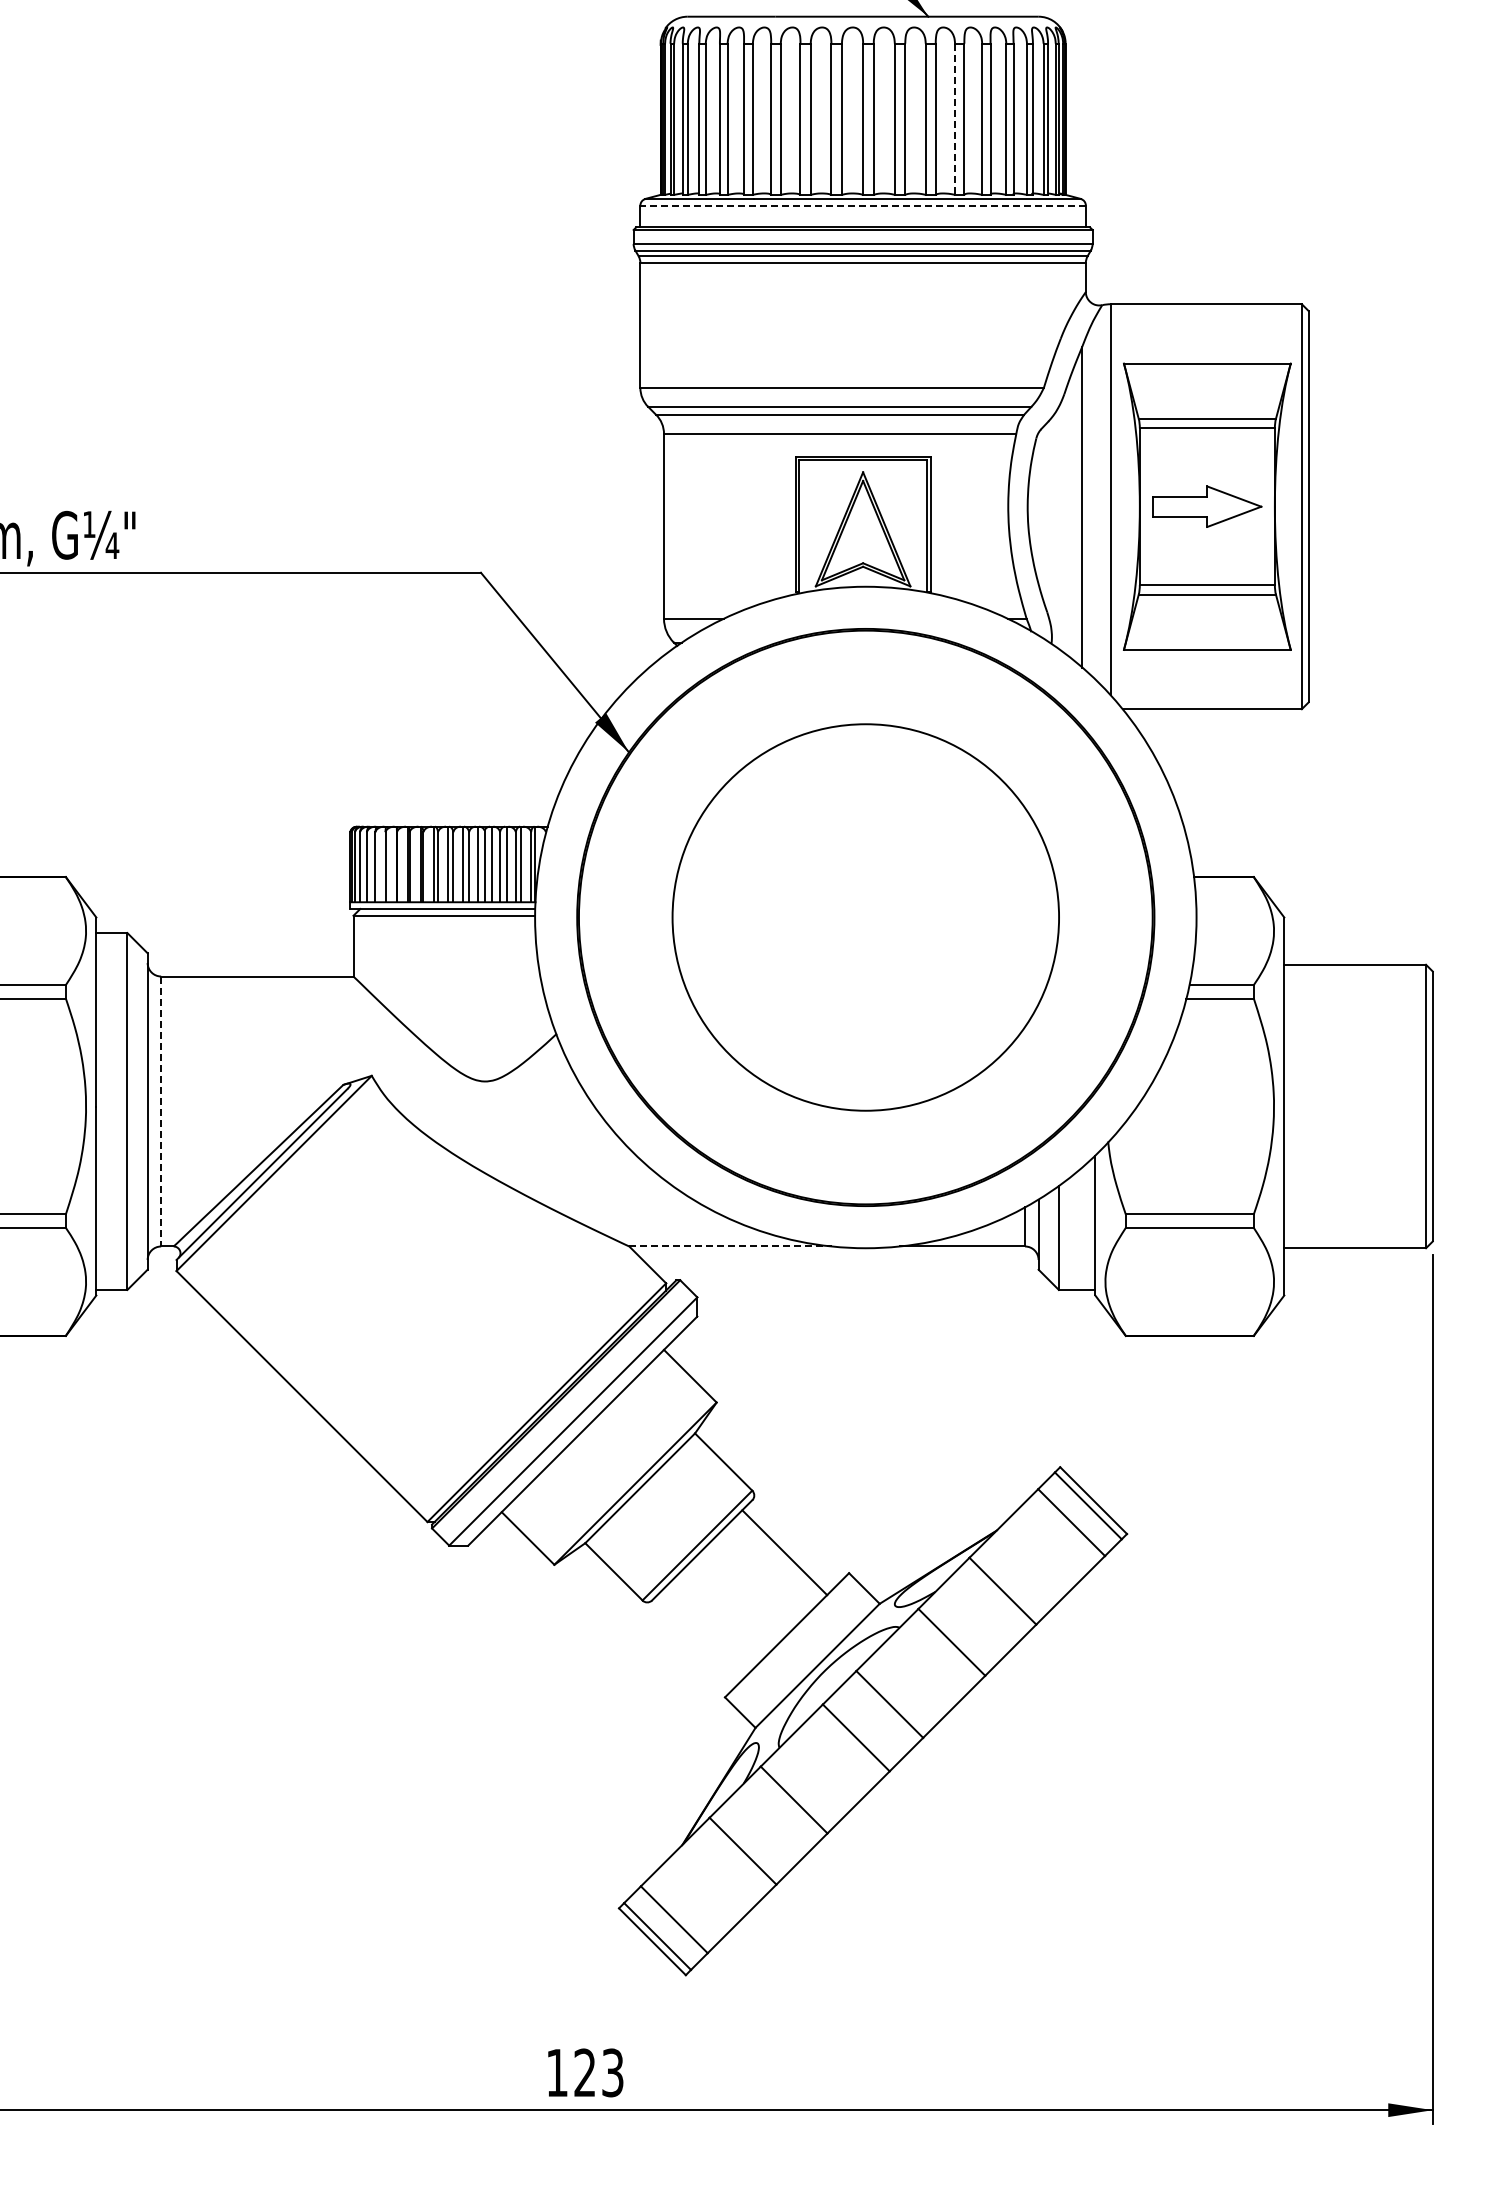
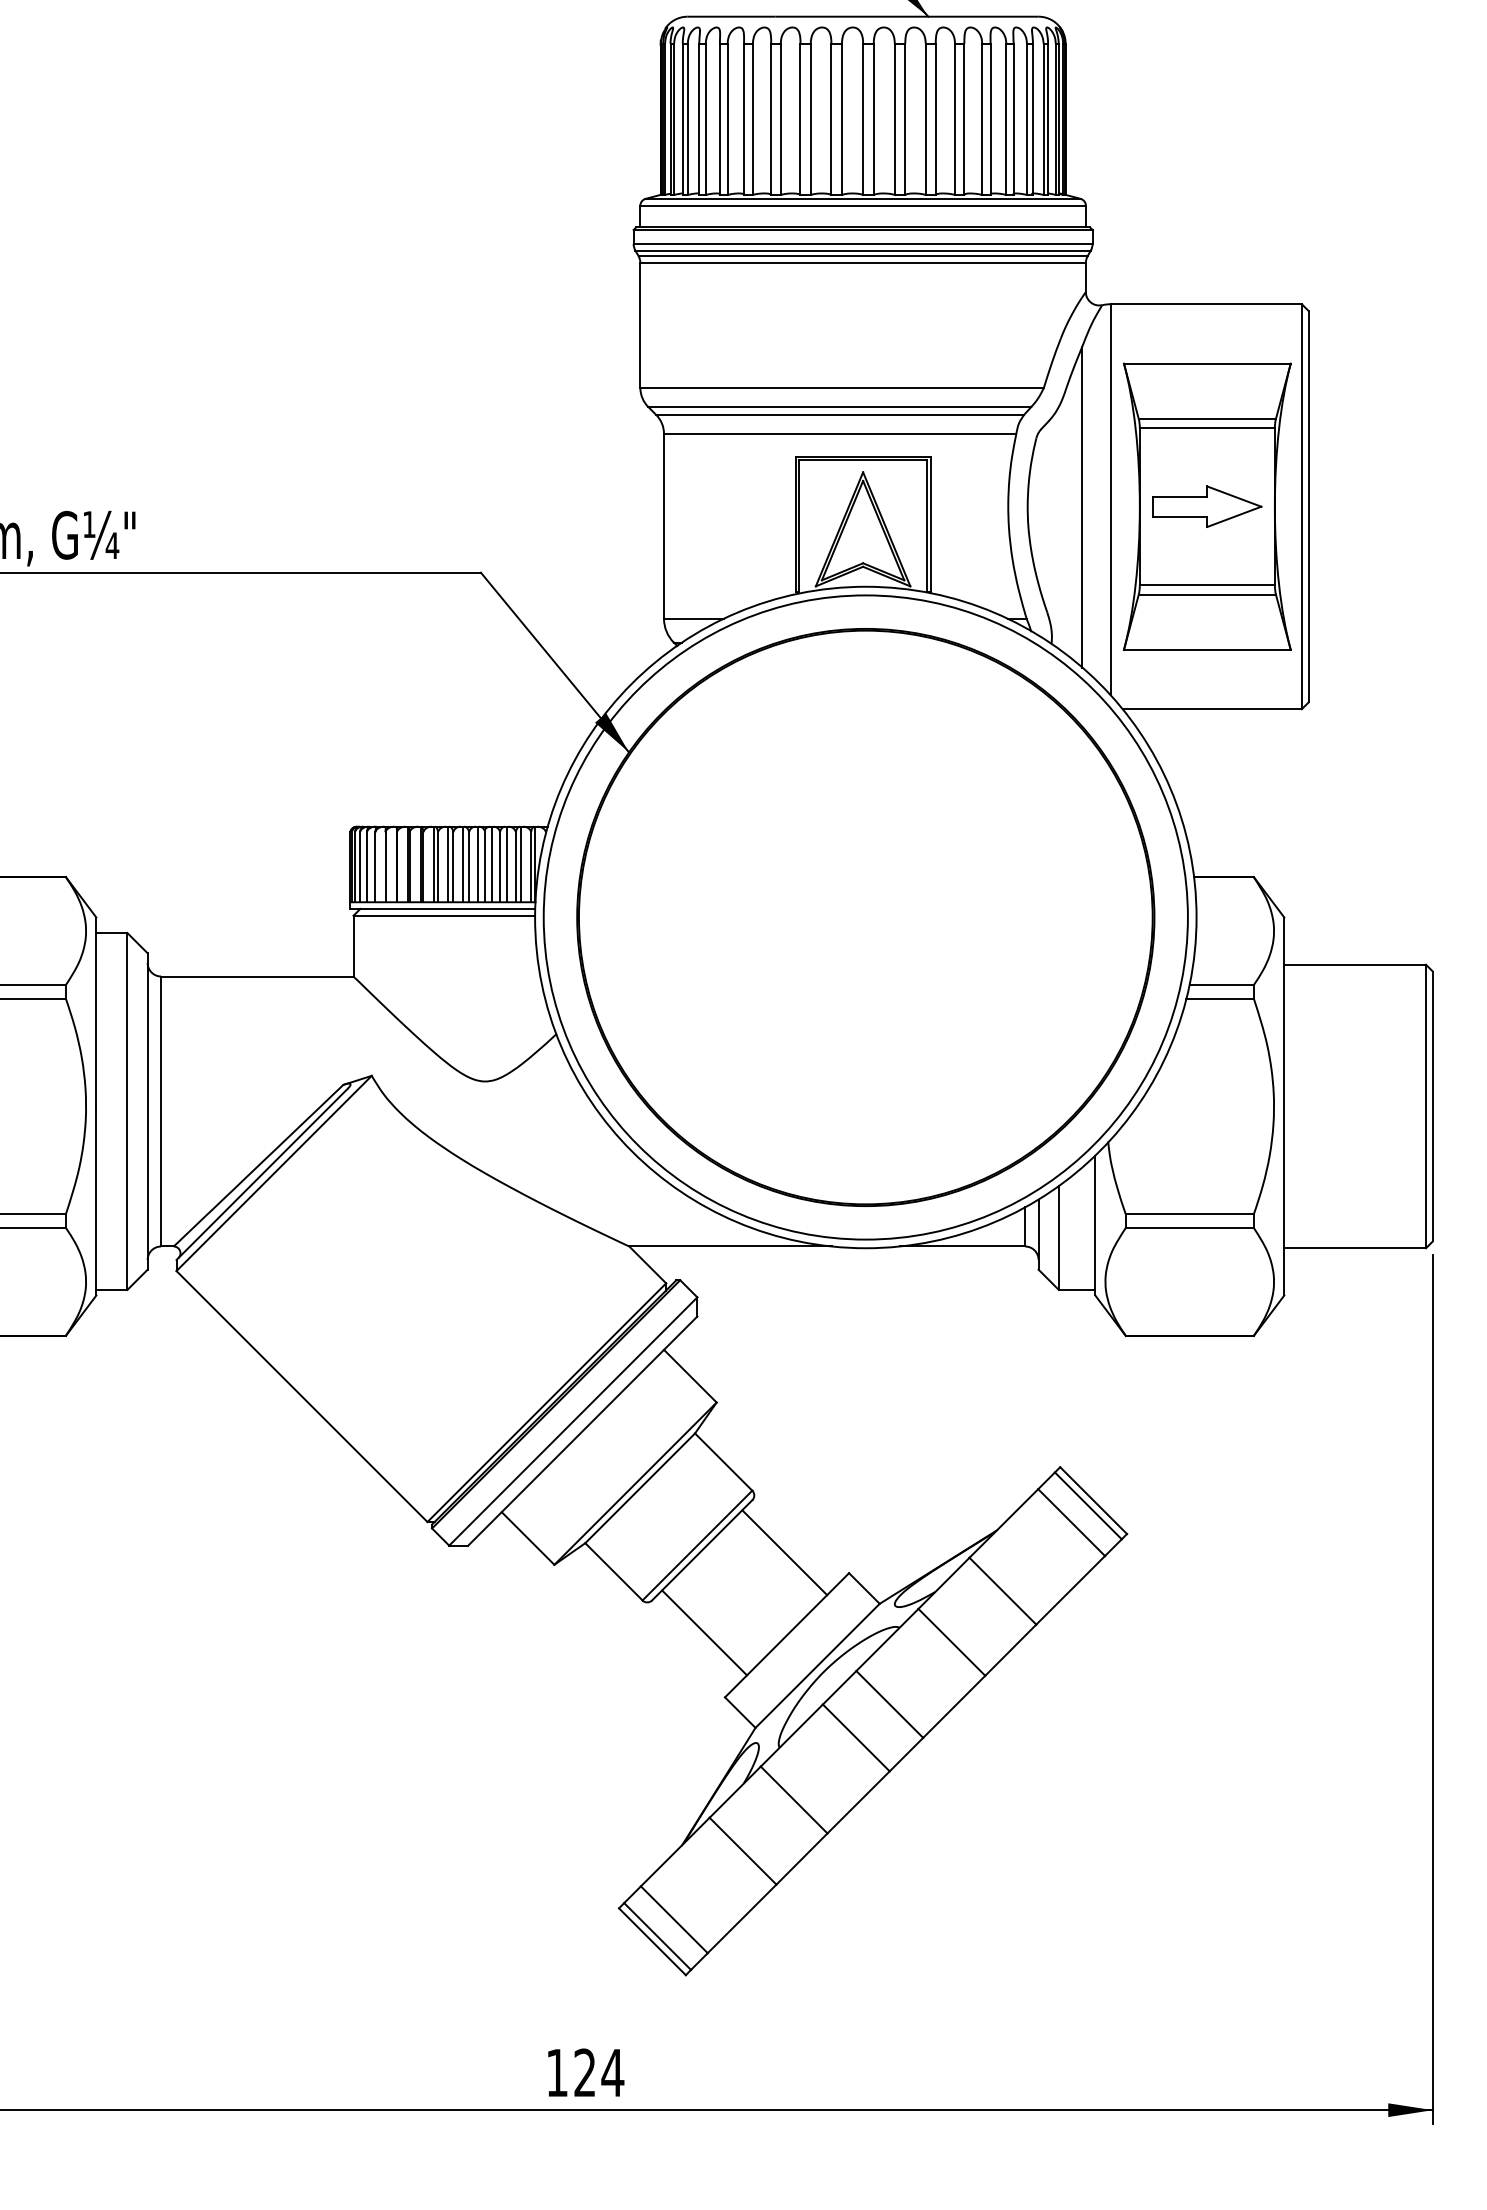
line at (955, 119): dashed -> solid
line at (863, 205): dashed -> solid
circle at (865, 917) diameter: 387 px -> 644 px
line at (161, 1111): dashed -> solid
line at (731, 1246): dashed -> solid
line at (704, 1632): none -> present
text at (612, 2072): 123 -> 124
